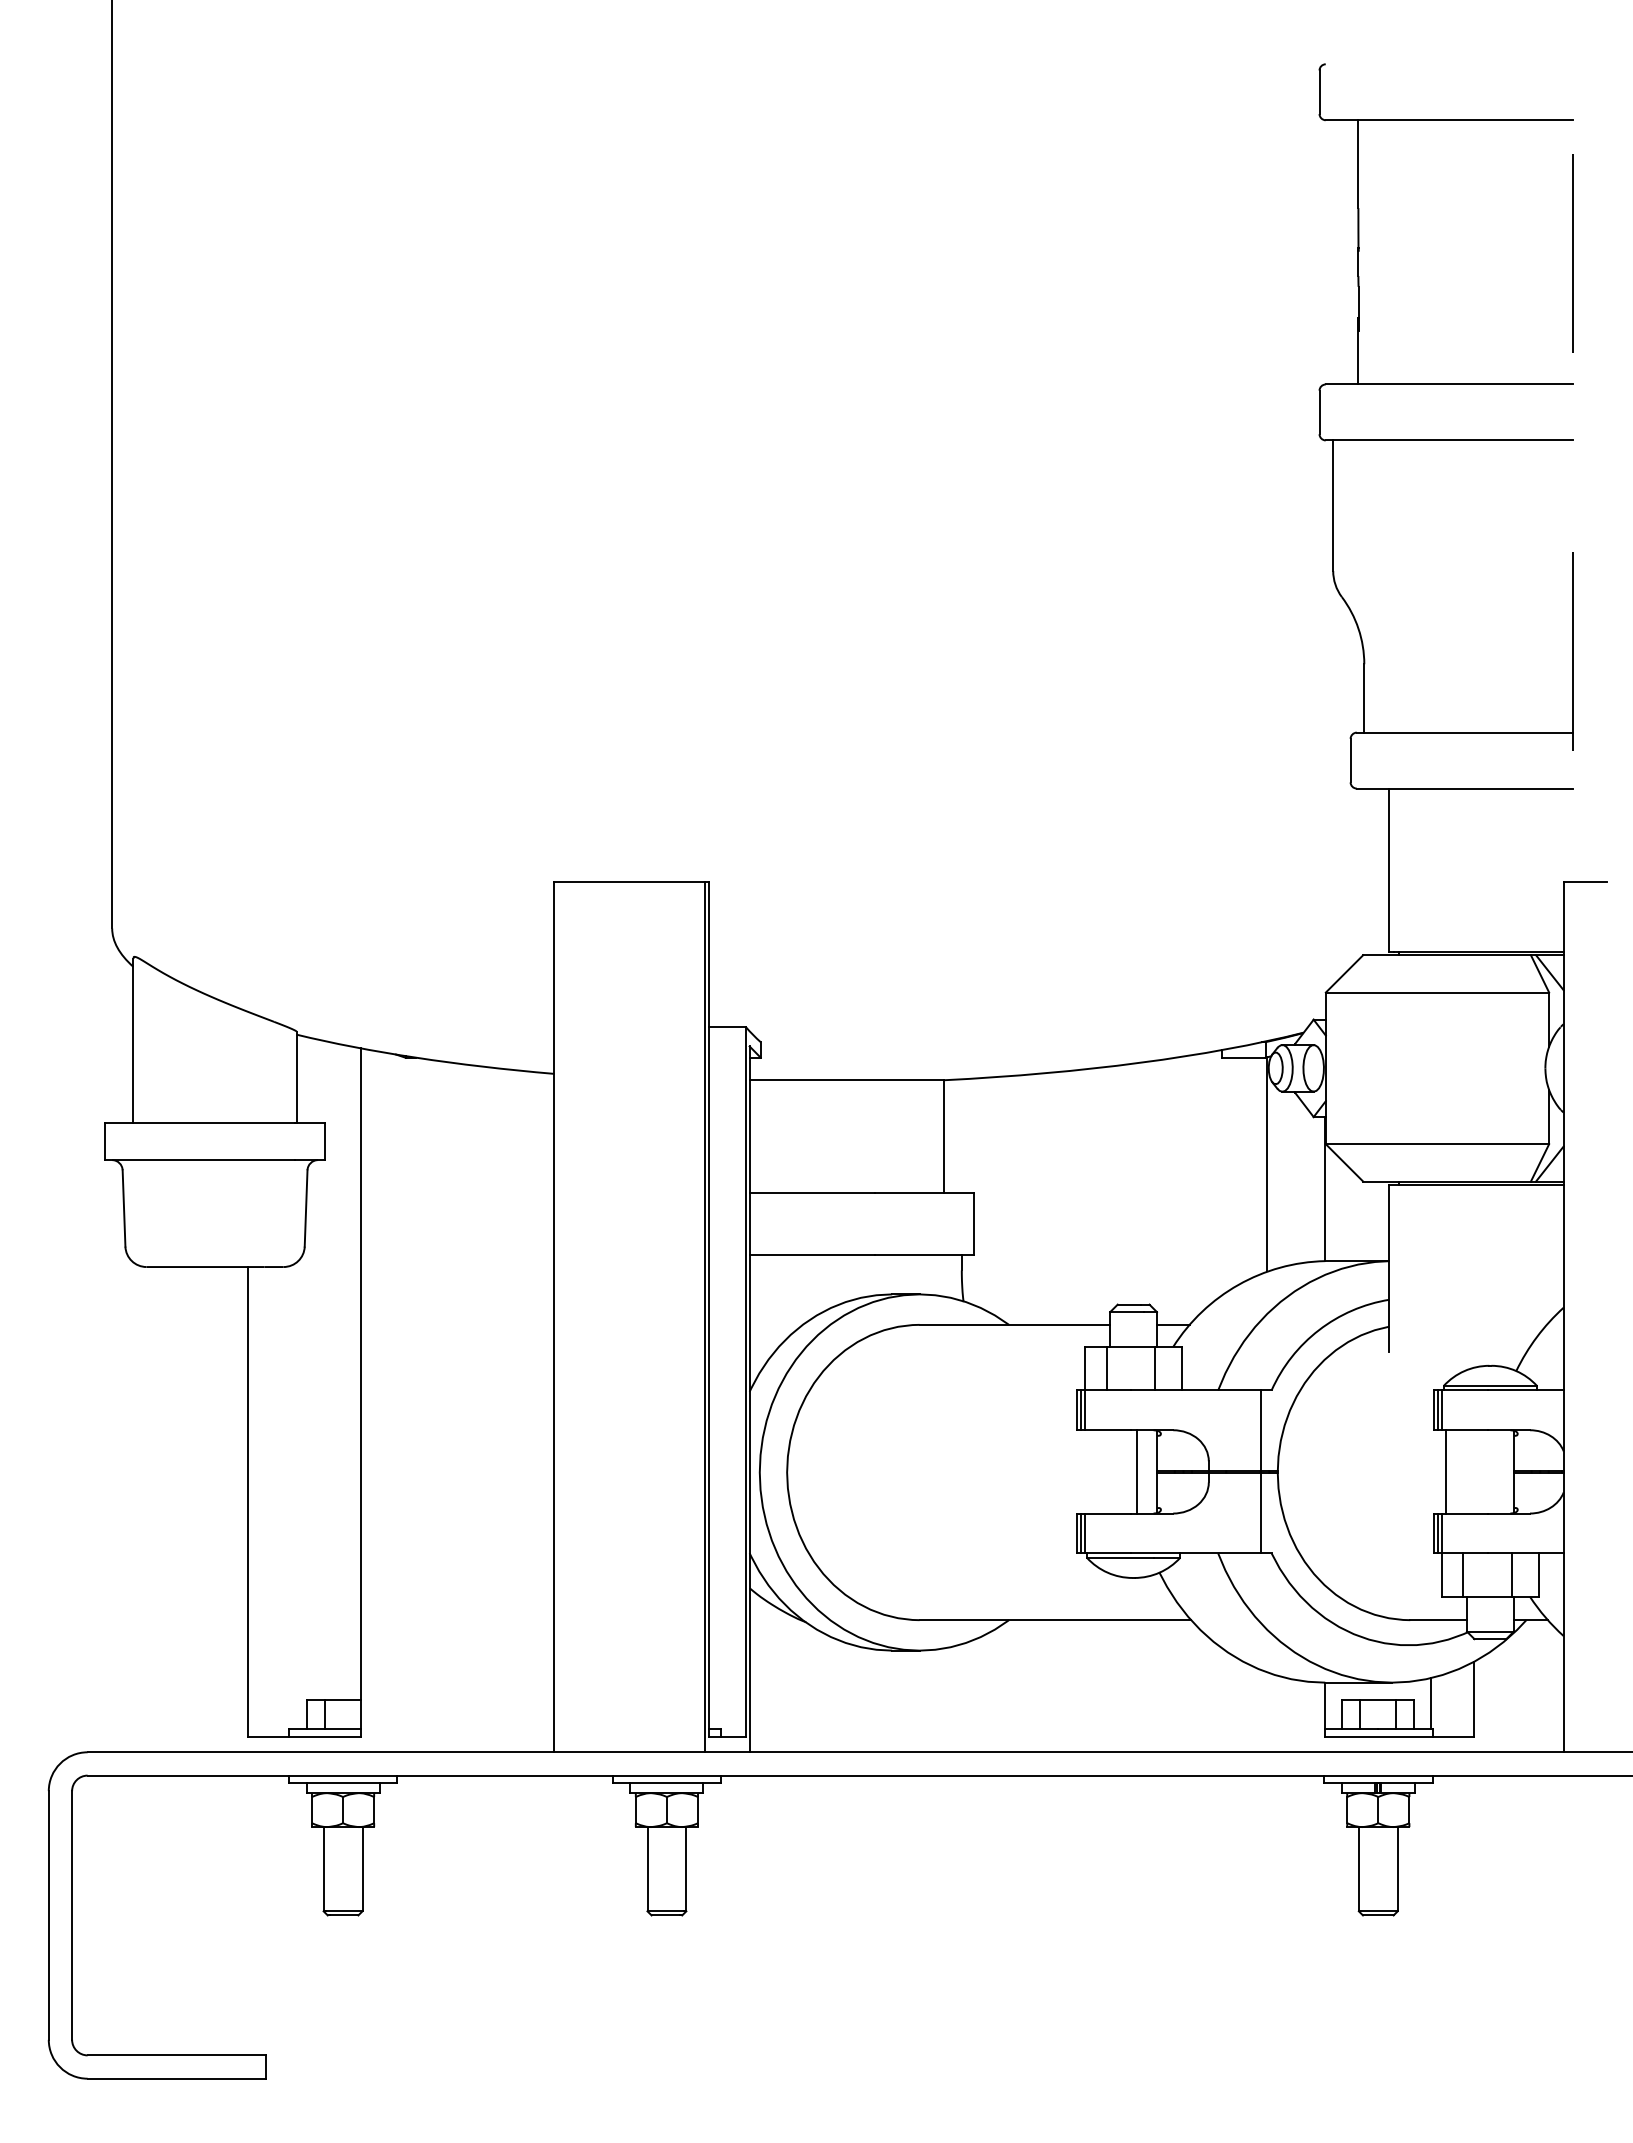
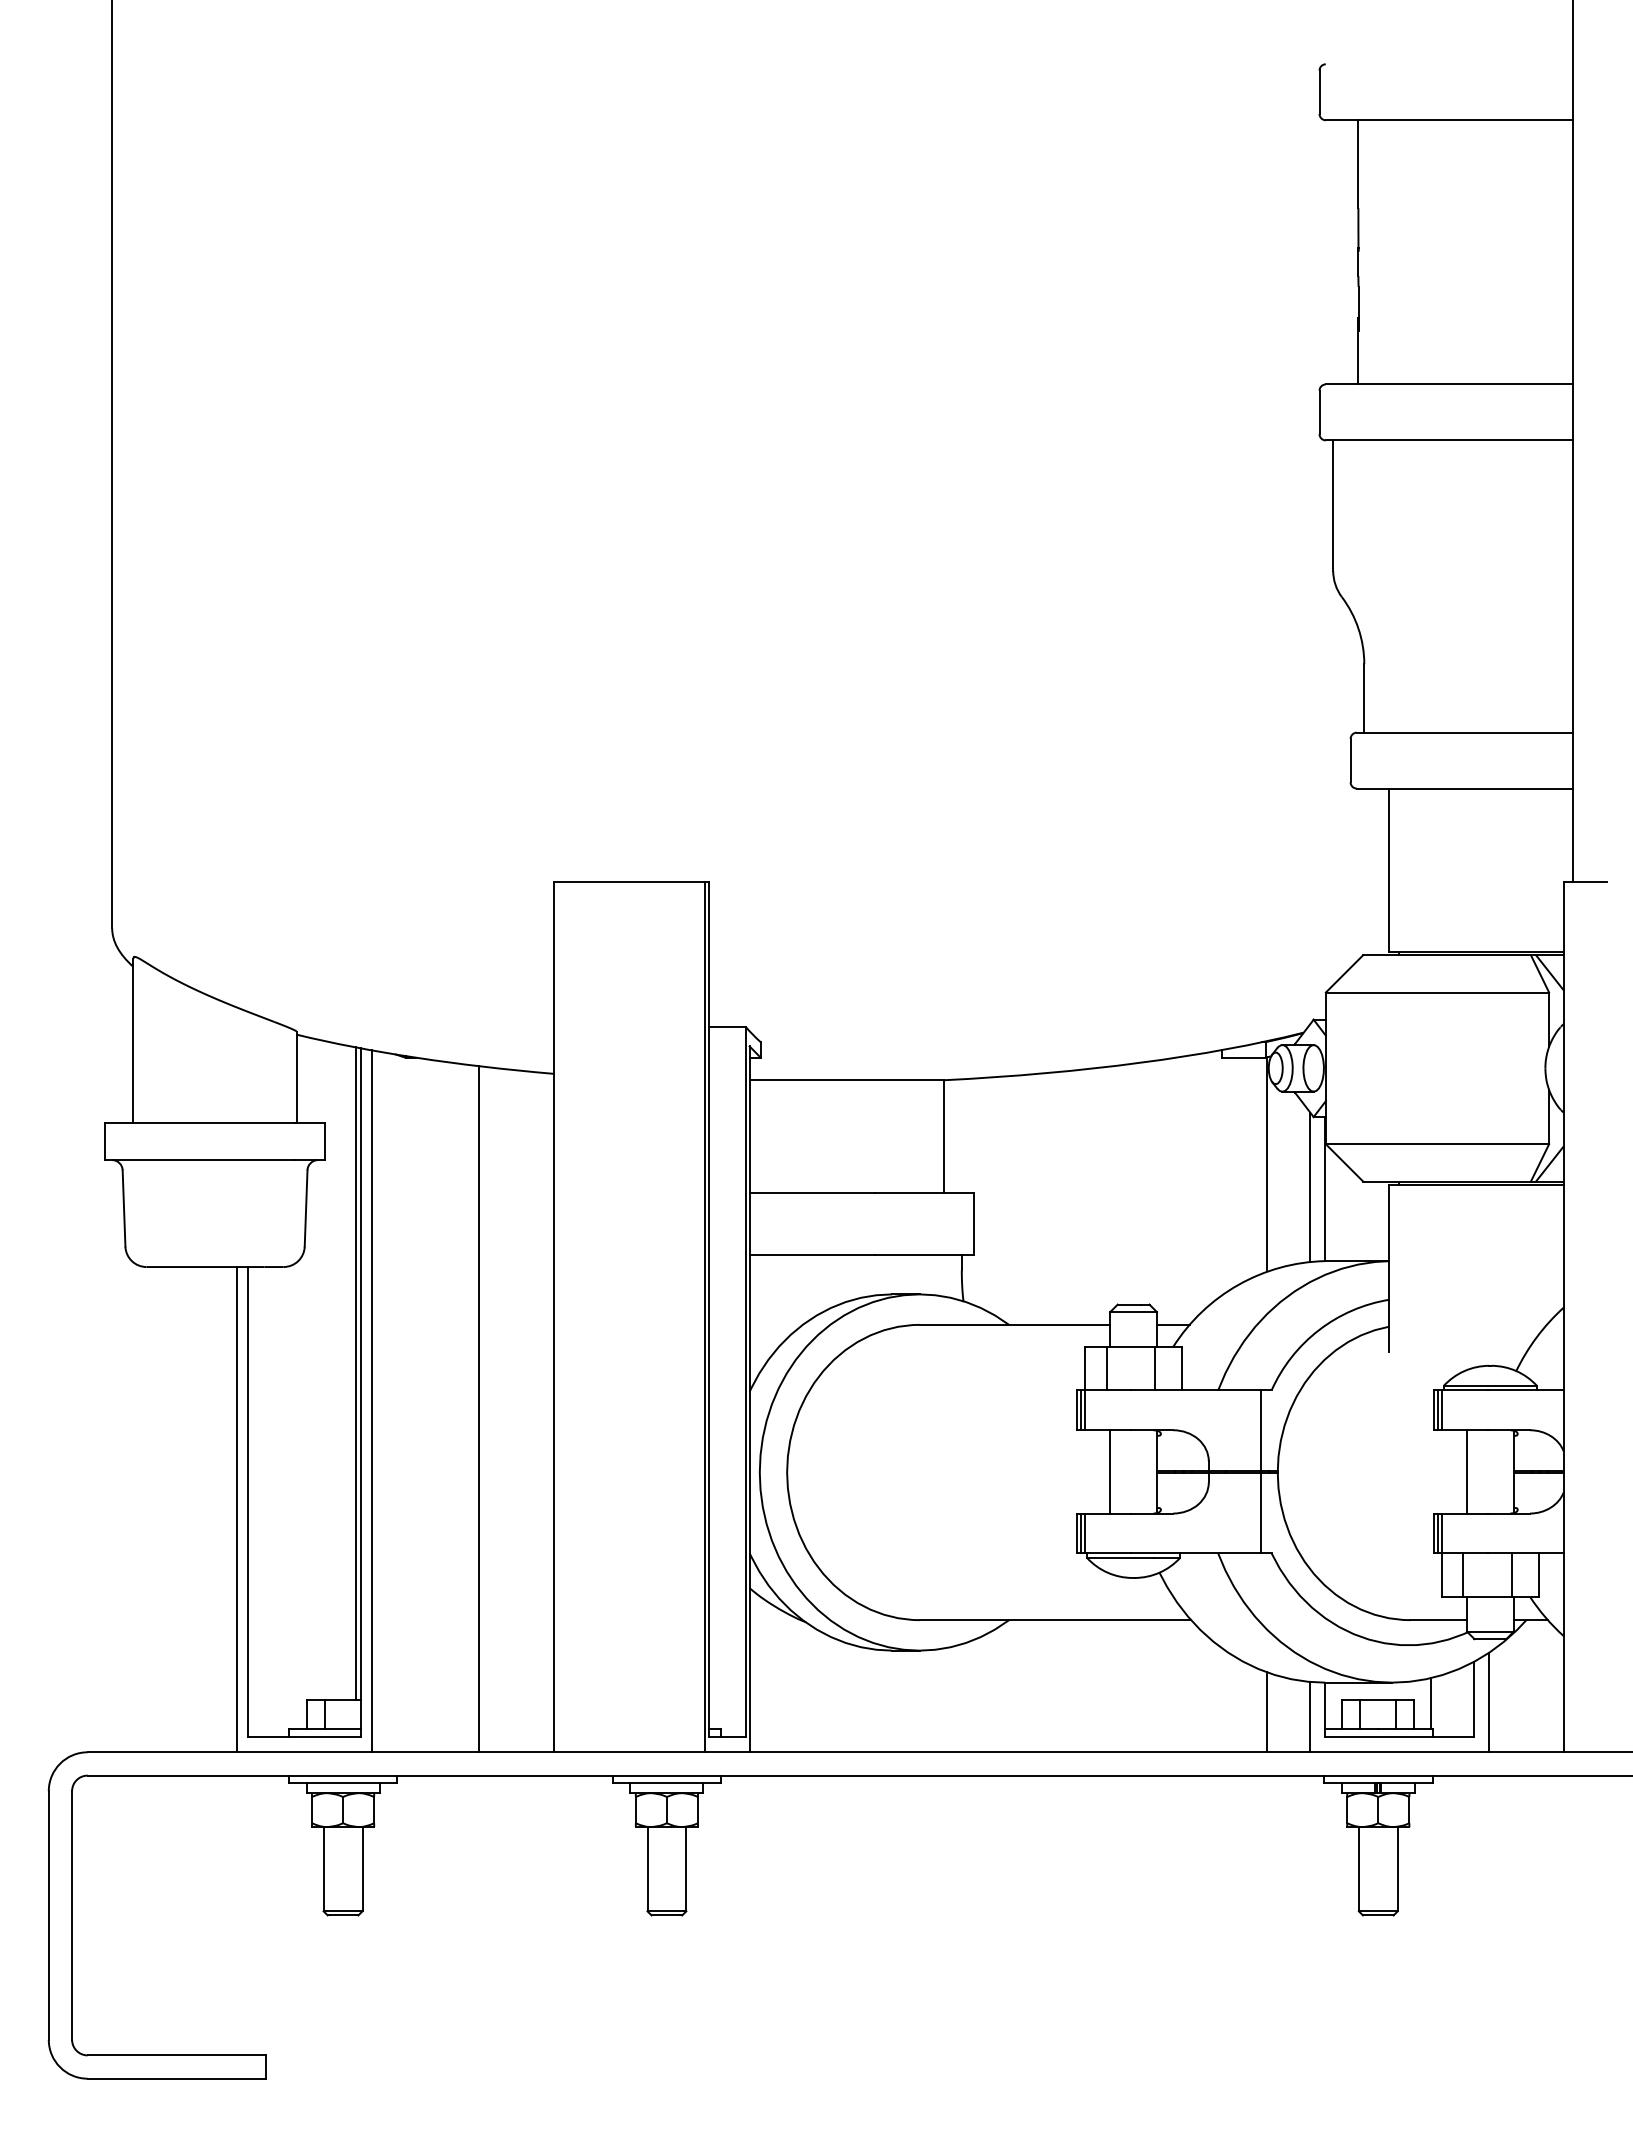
line at (1573, 441): dashed -> solid
line at (1310, 1186): none -> present
line at (355, 1373): none -> present
line at (371, 1401): none -> present
line at (479, 1409): none -> present
line at (1137, 1471) position: (1137, 1471) -> (1110, 1471)
line at (1446, 1471) position: (1446, 1471) -> (1467, 1471)
line at (237, 1509): none -> present
line at (1489, 1702): none -> present
line at (1266, 1712): none -> present
line at (1310, 1717): none -> present
